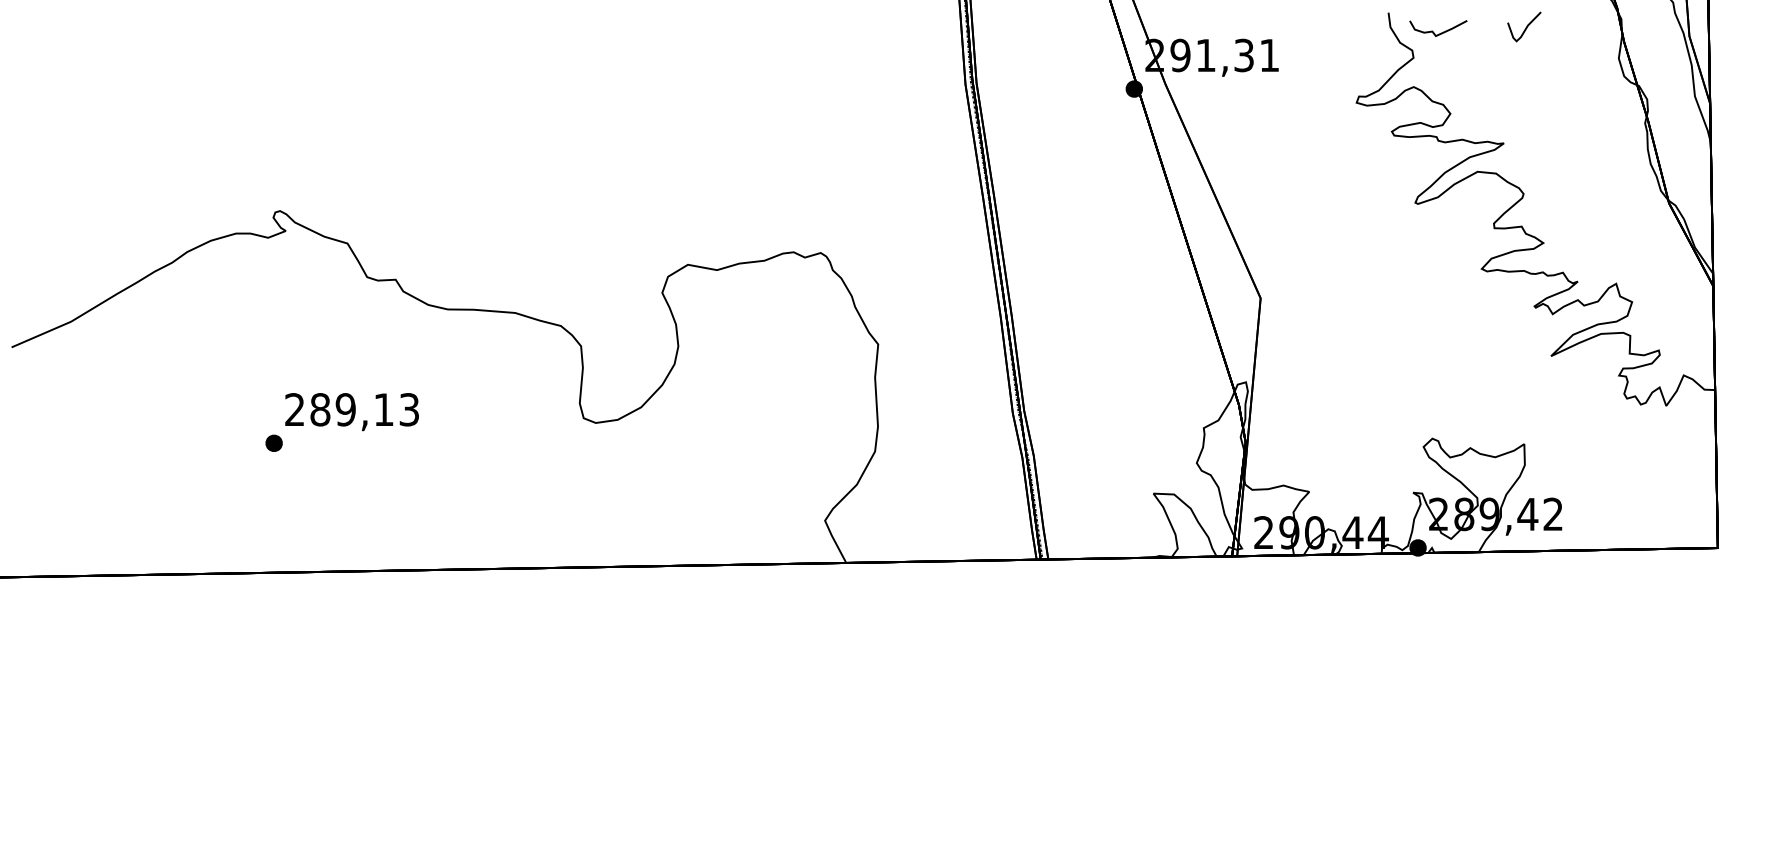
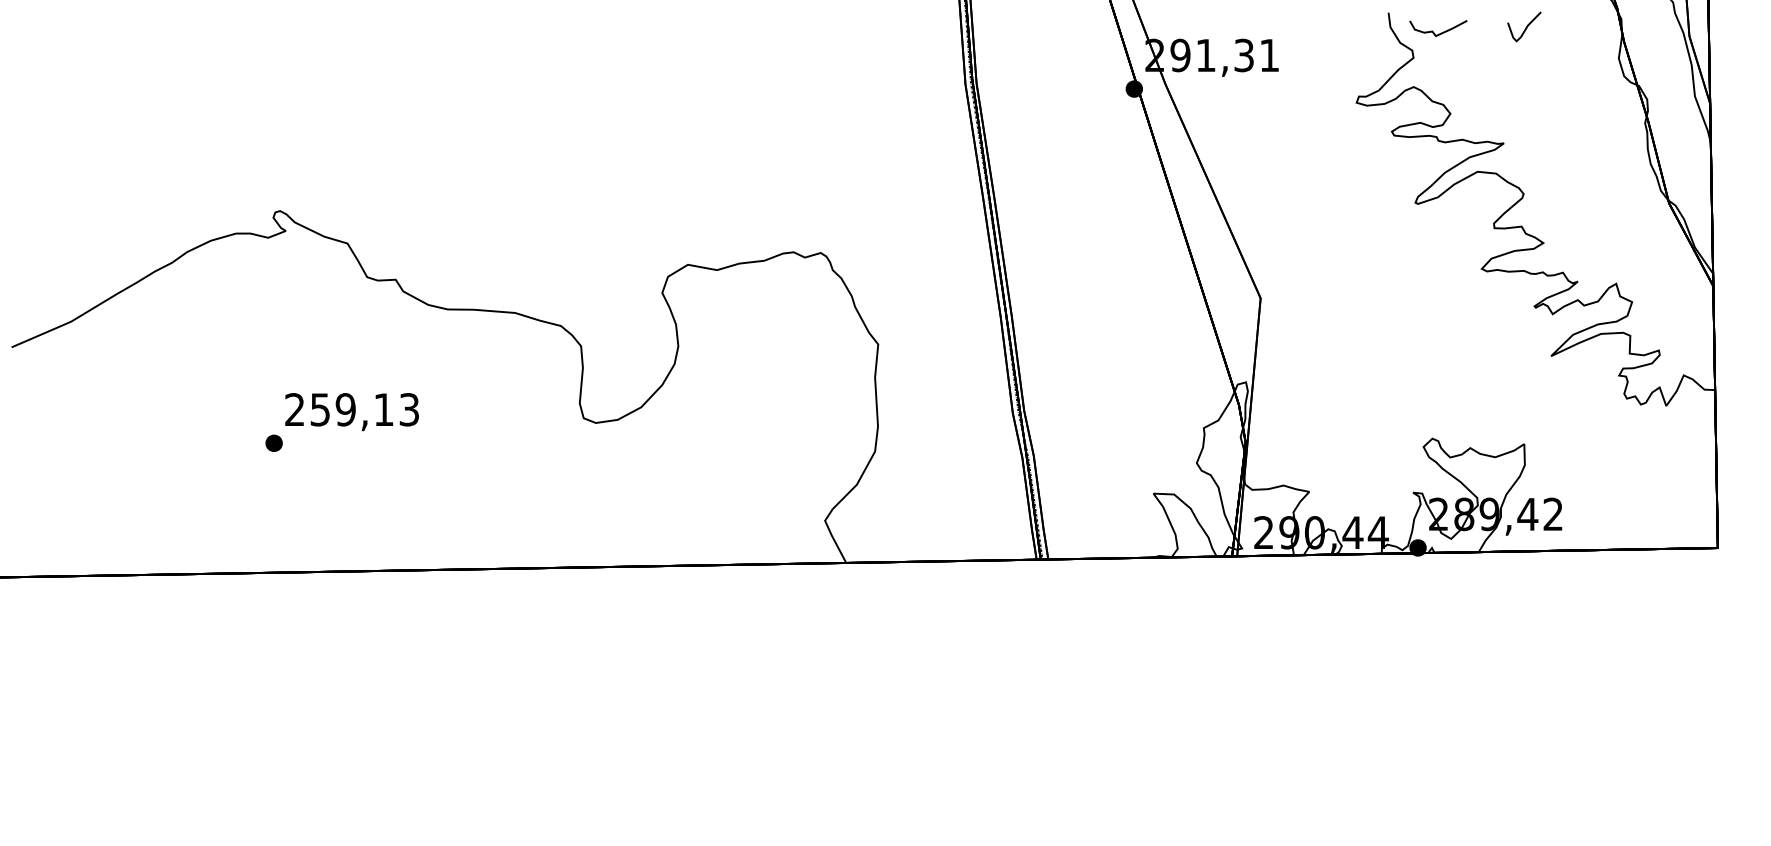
text at (320, 409): 289,13 -> 259,13
